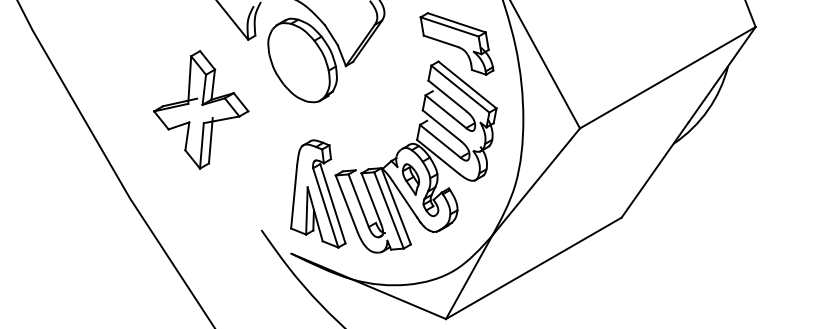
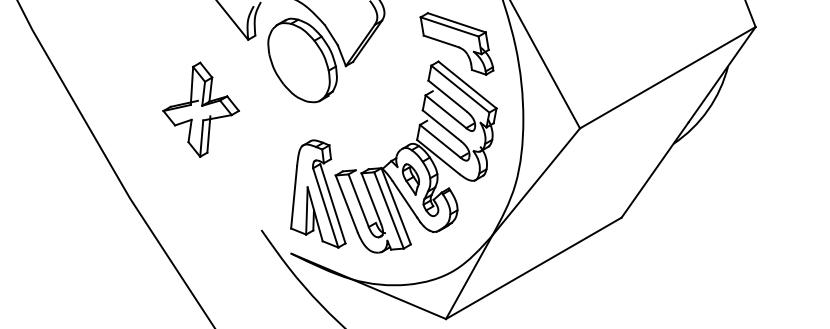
part at (201, 109) size: 97x120 px -> 78x97 px
